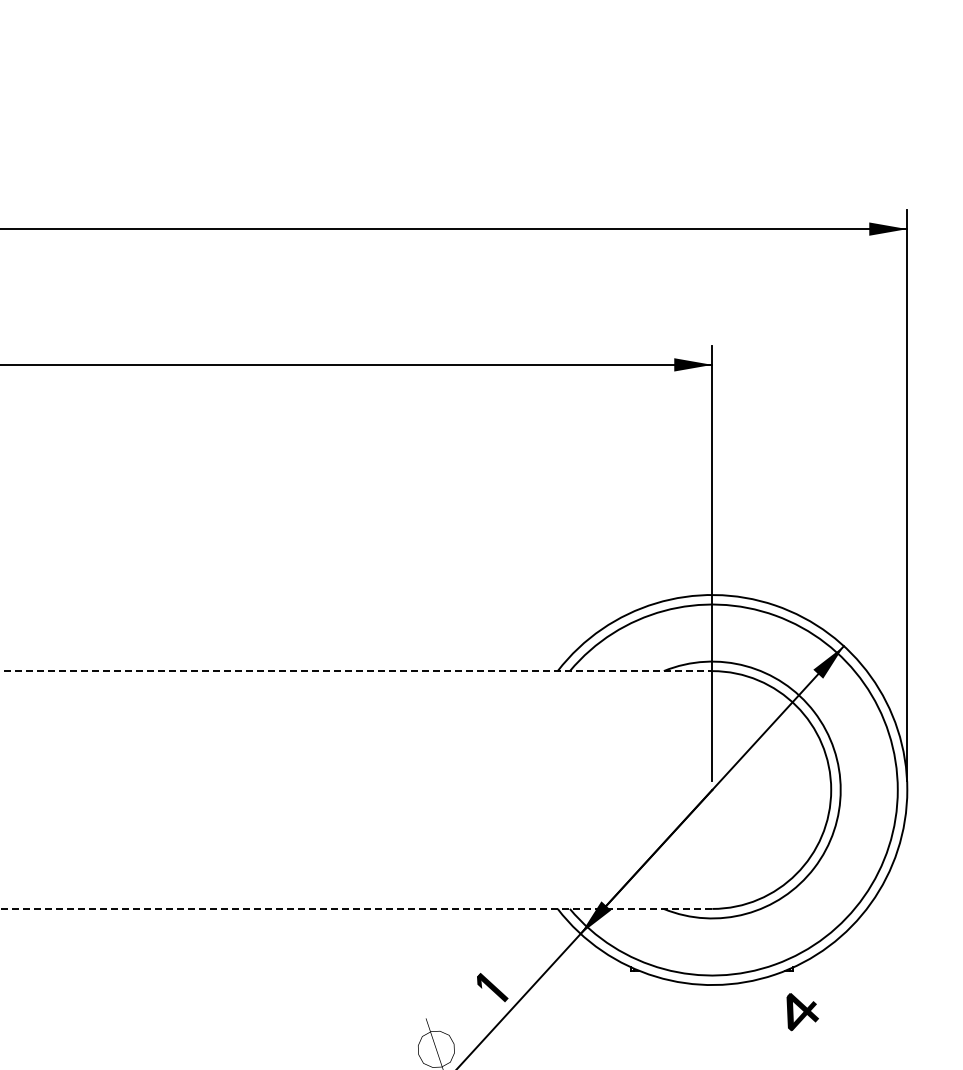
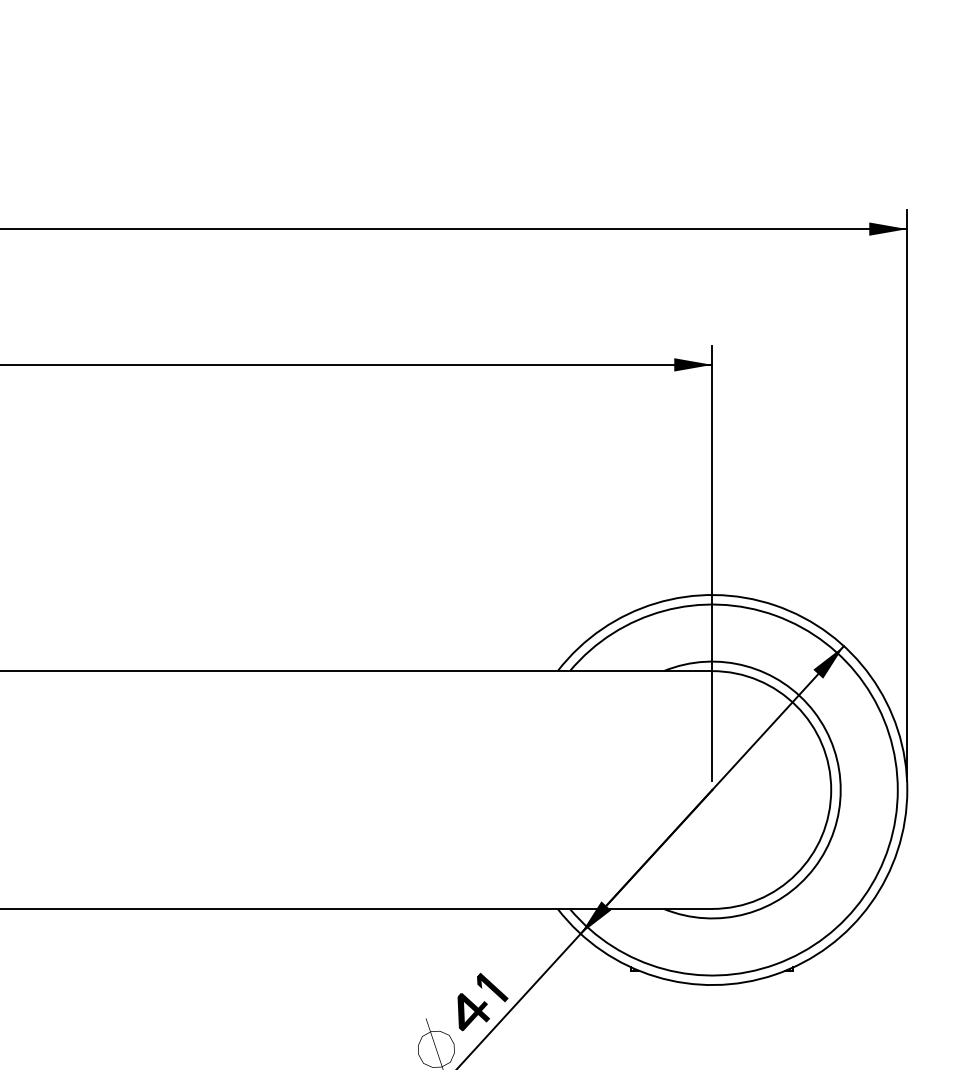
line at (356, 671): dashed -> solid
line at (356, 908): dashed -> solid
part at (802, 1012) position: (802, 1012) -> (473, 1012)
